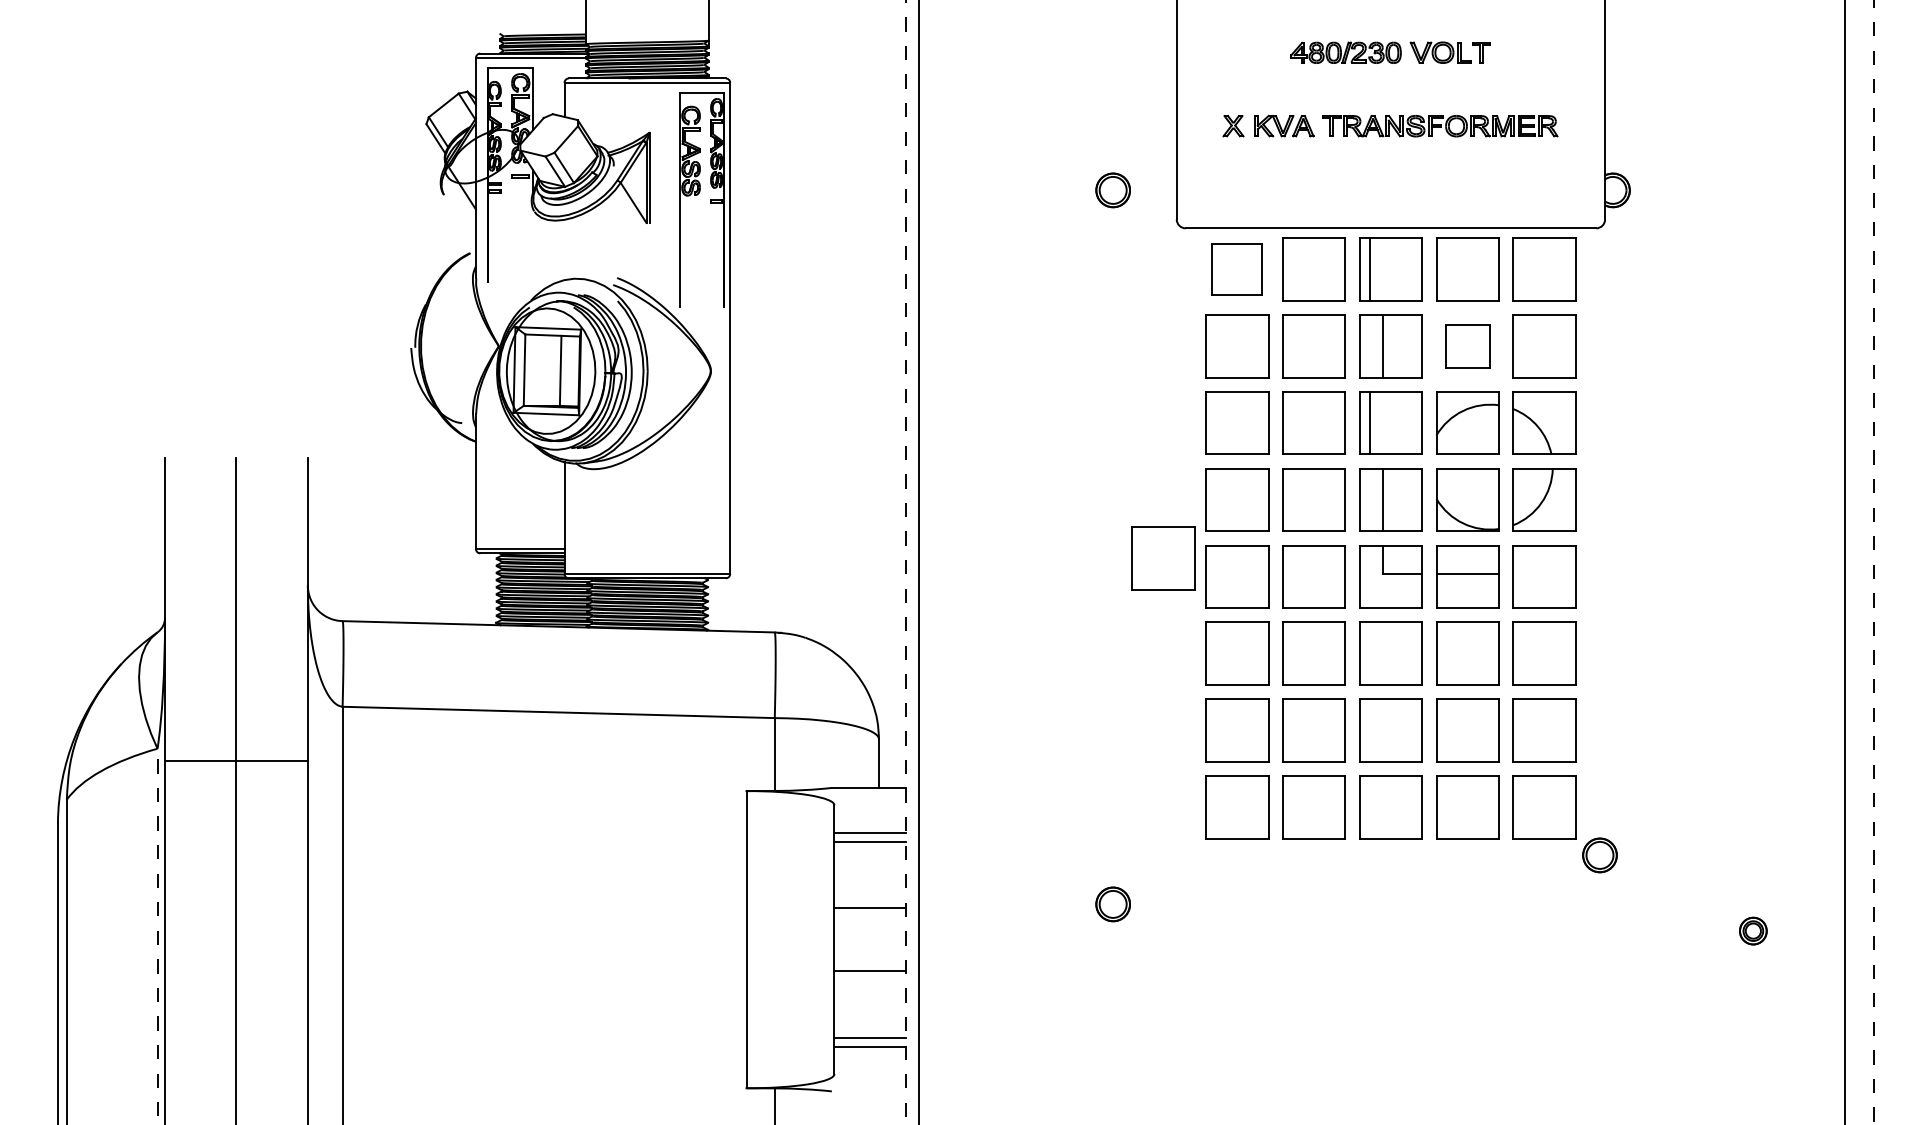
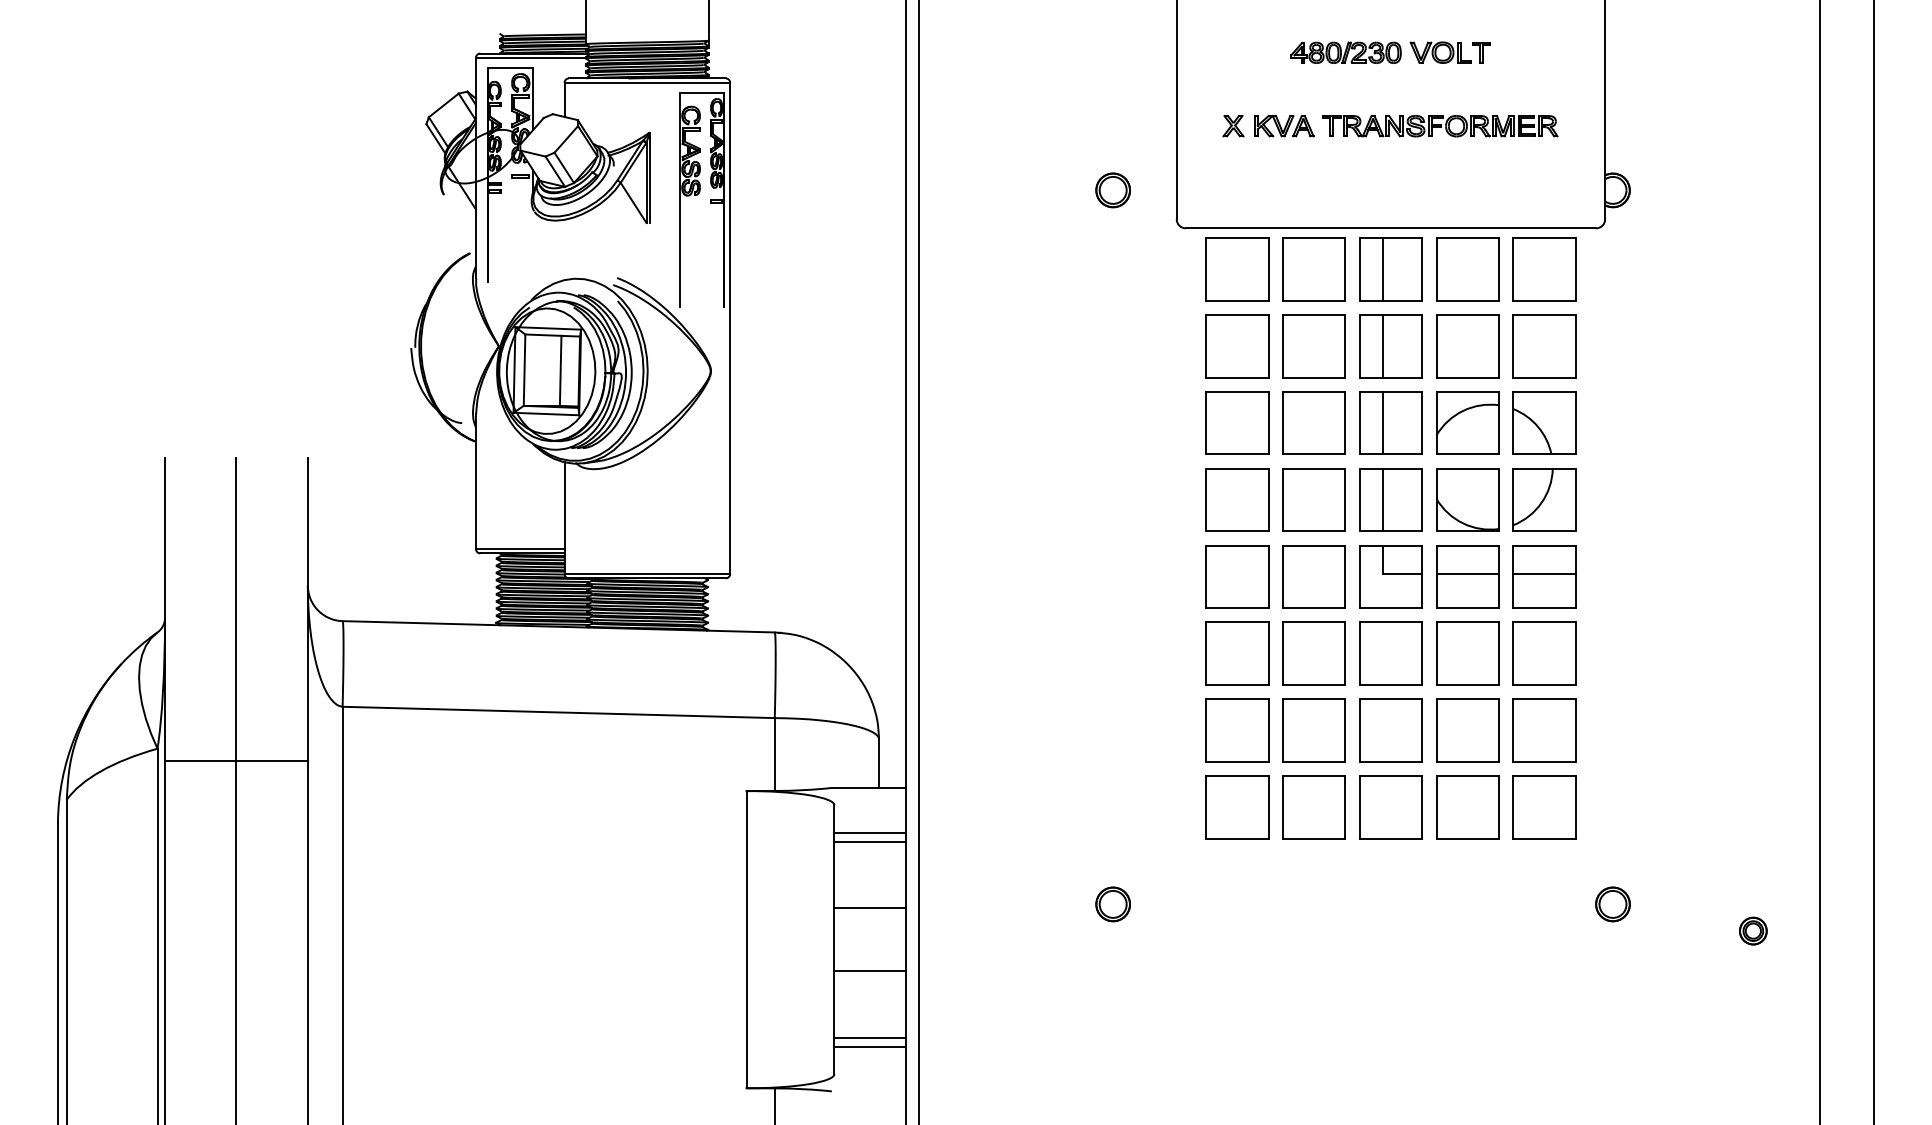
part at (1236, 269) size: 52x53 px -> 65x65 px
line at (1370, 269) position: (1370, 269) -> (1383, 269)
part at (1467, 346) size: 46x45 px -> 64x65 px
line at (1370, 422) position: (1370, 422) -> (1383, 422)
part at (1163, 558): present -> none
line at (1845, 561) position: (1845, 561) -> (1820, 561)
line at (905, 562): dashed -> solid
line at (1874, 562): dashed -> solid
line at (1544, 574): none -> present
part at (1599, 855) position: (1599, 855) -> (1612, 904)
line at (157, 936): dashed -> solid
